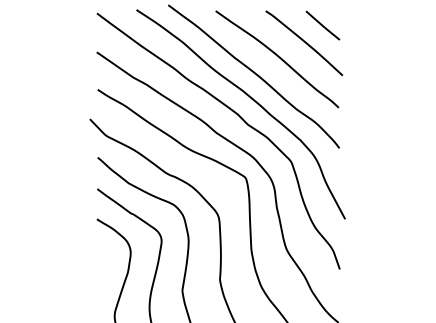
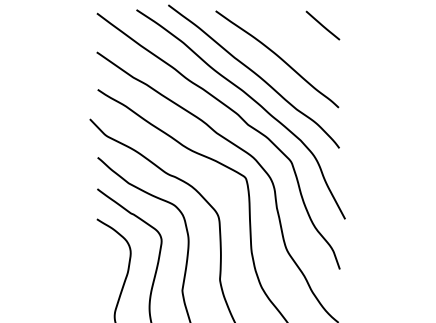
curve at (304, 42): present -> none
